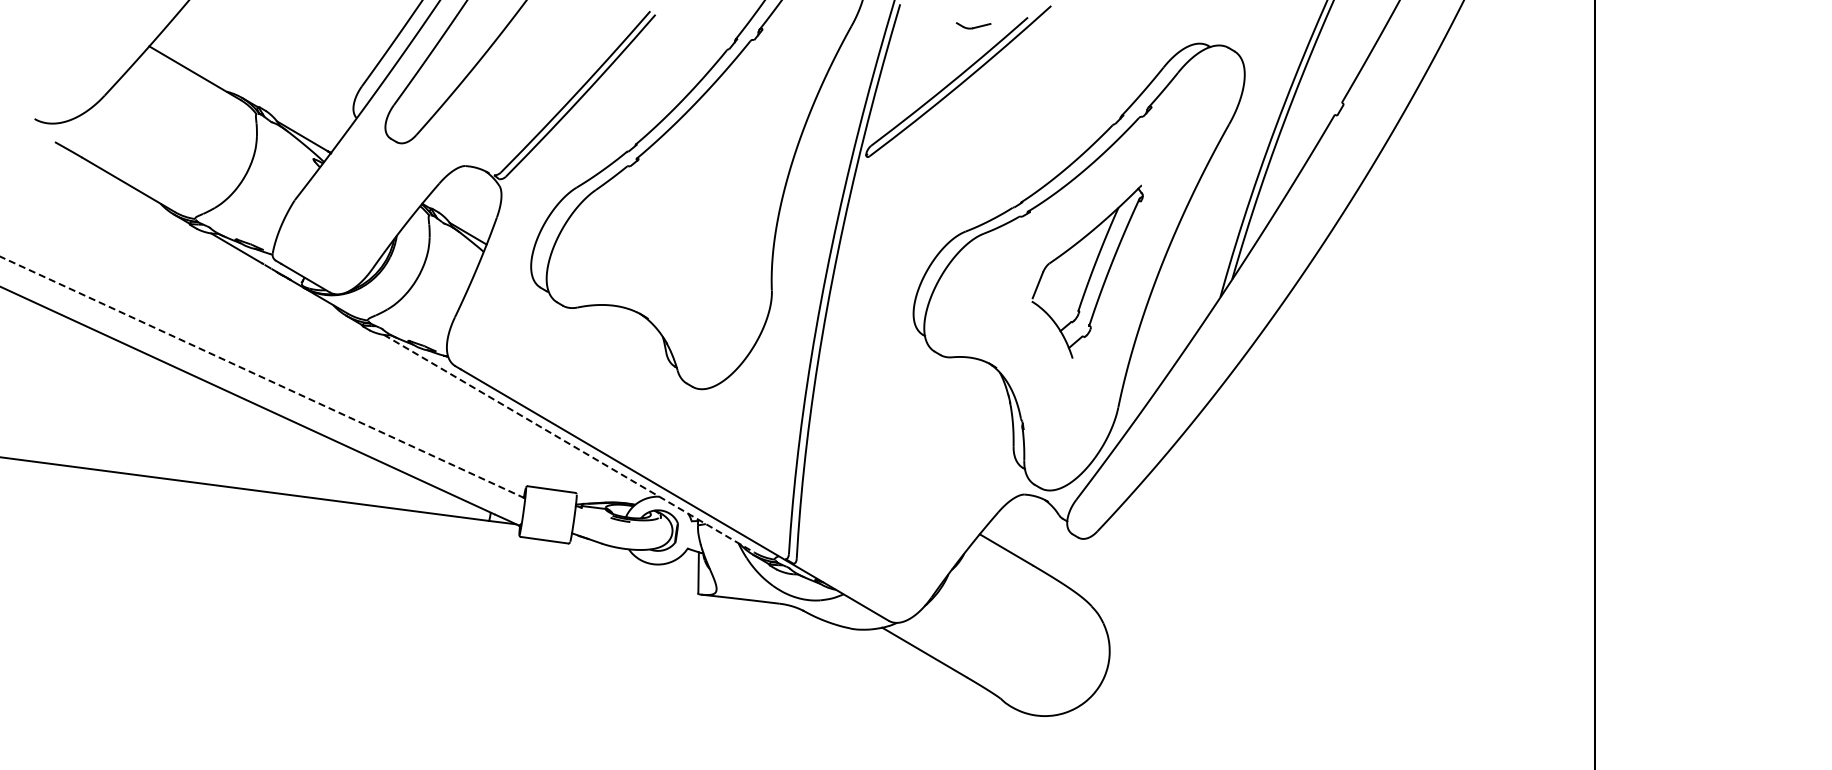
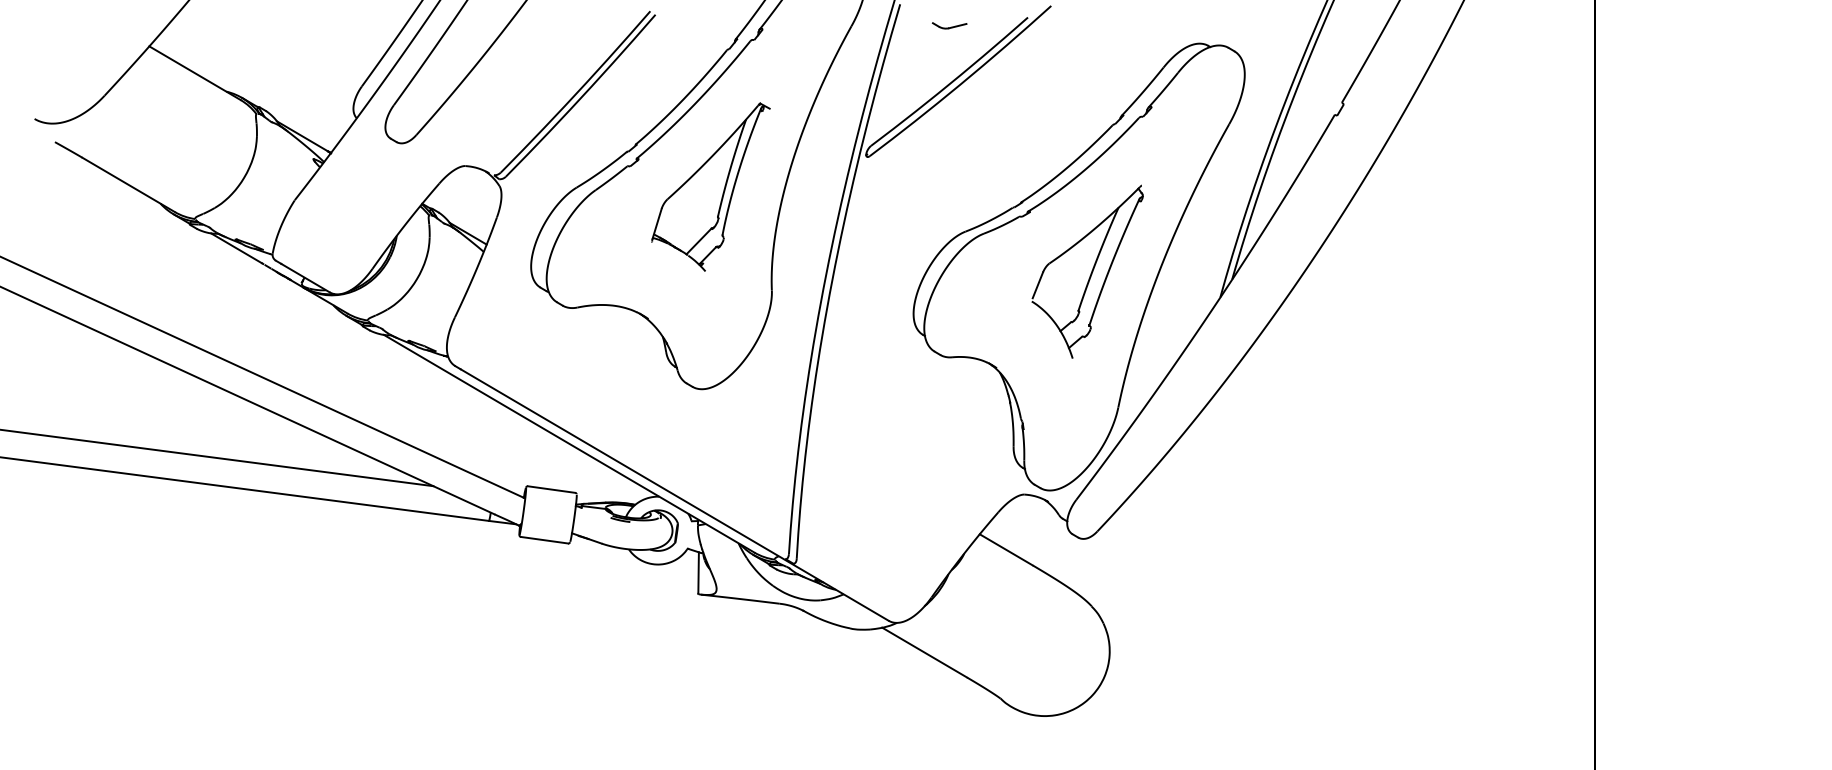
part at (973, 25) position: (973, 25) -> (949, 25)
part at (710, 186): none -> present
line at (262, 377): dashed -> solid
line at (569, 443): dashed -> solid
line at (217, 457): none -> present
